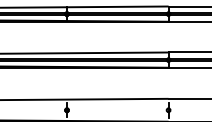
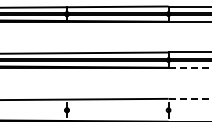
line at (190, 67): solid -> dashed
line at (190, 98): solid -> dashed
